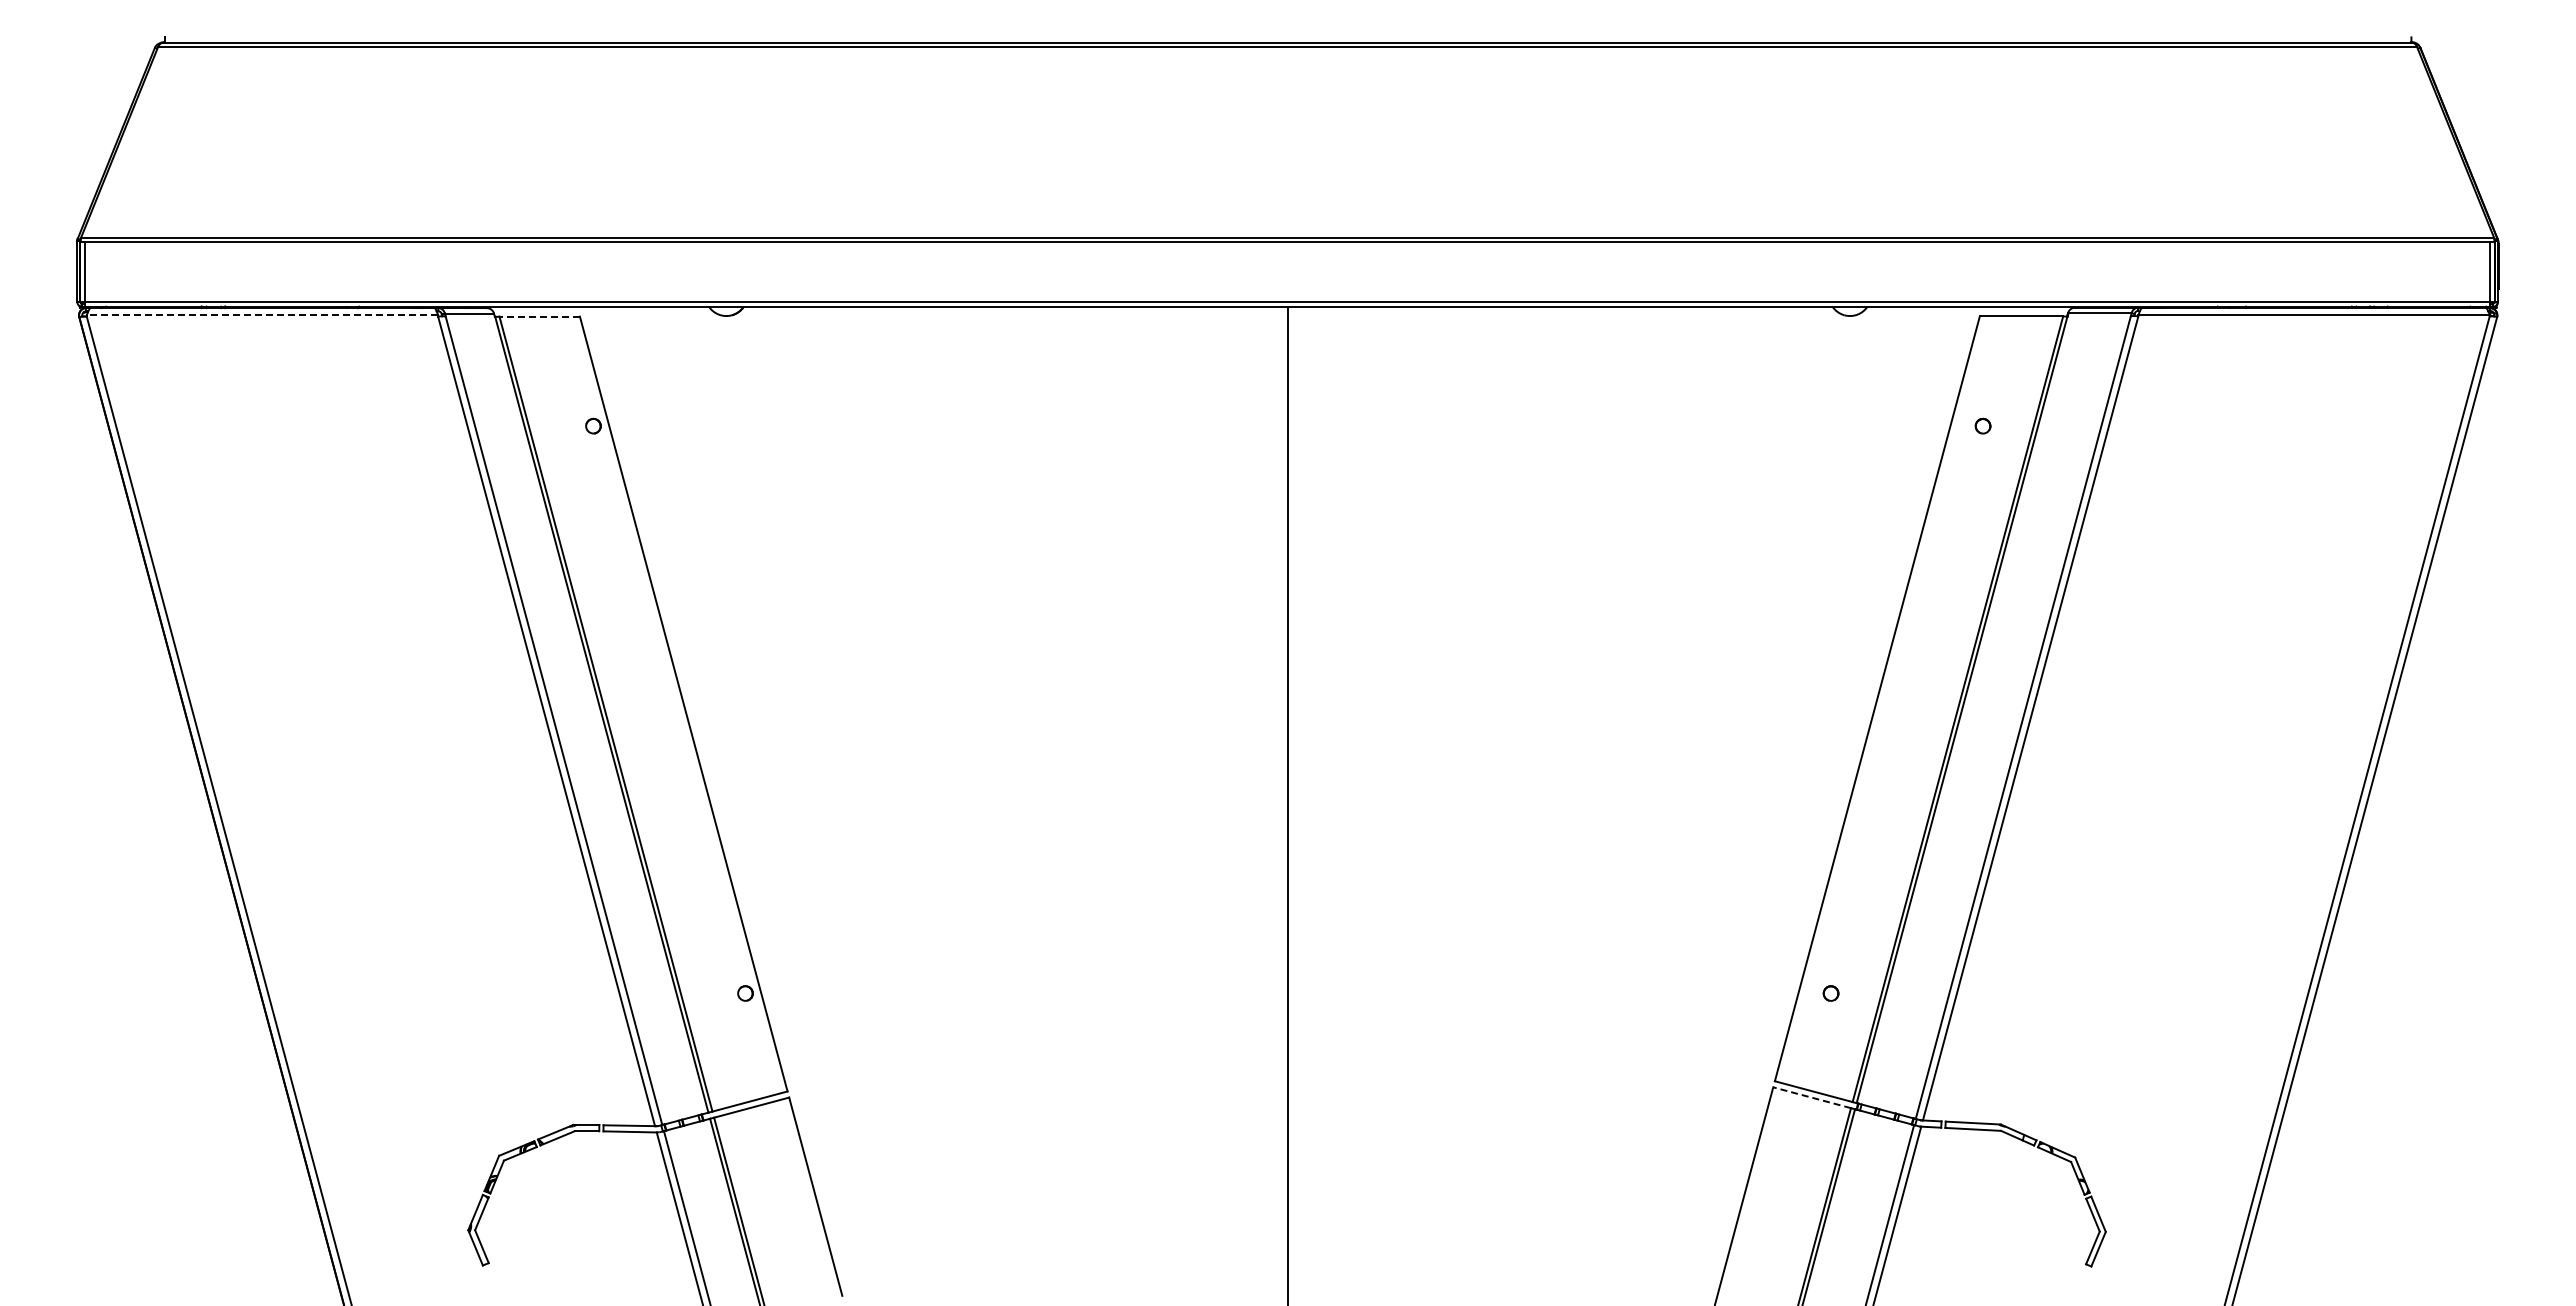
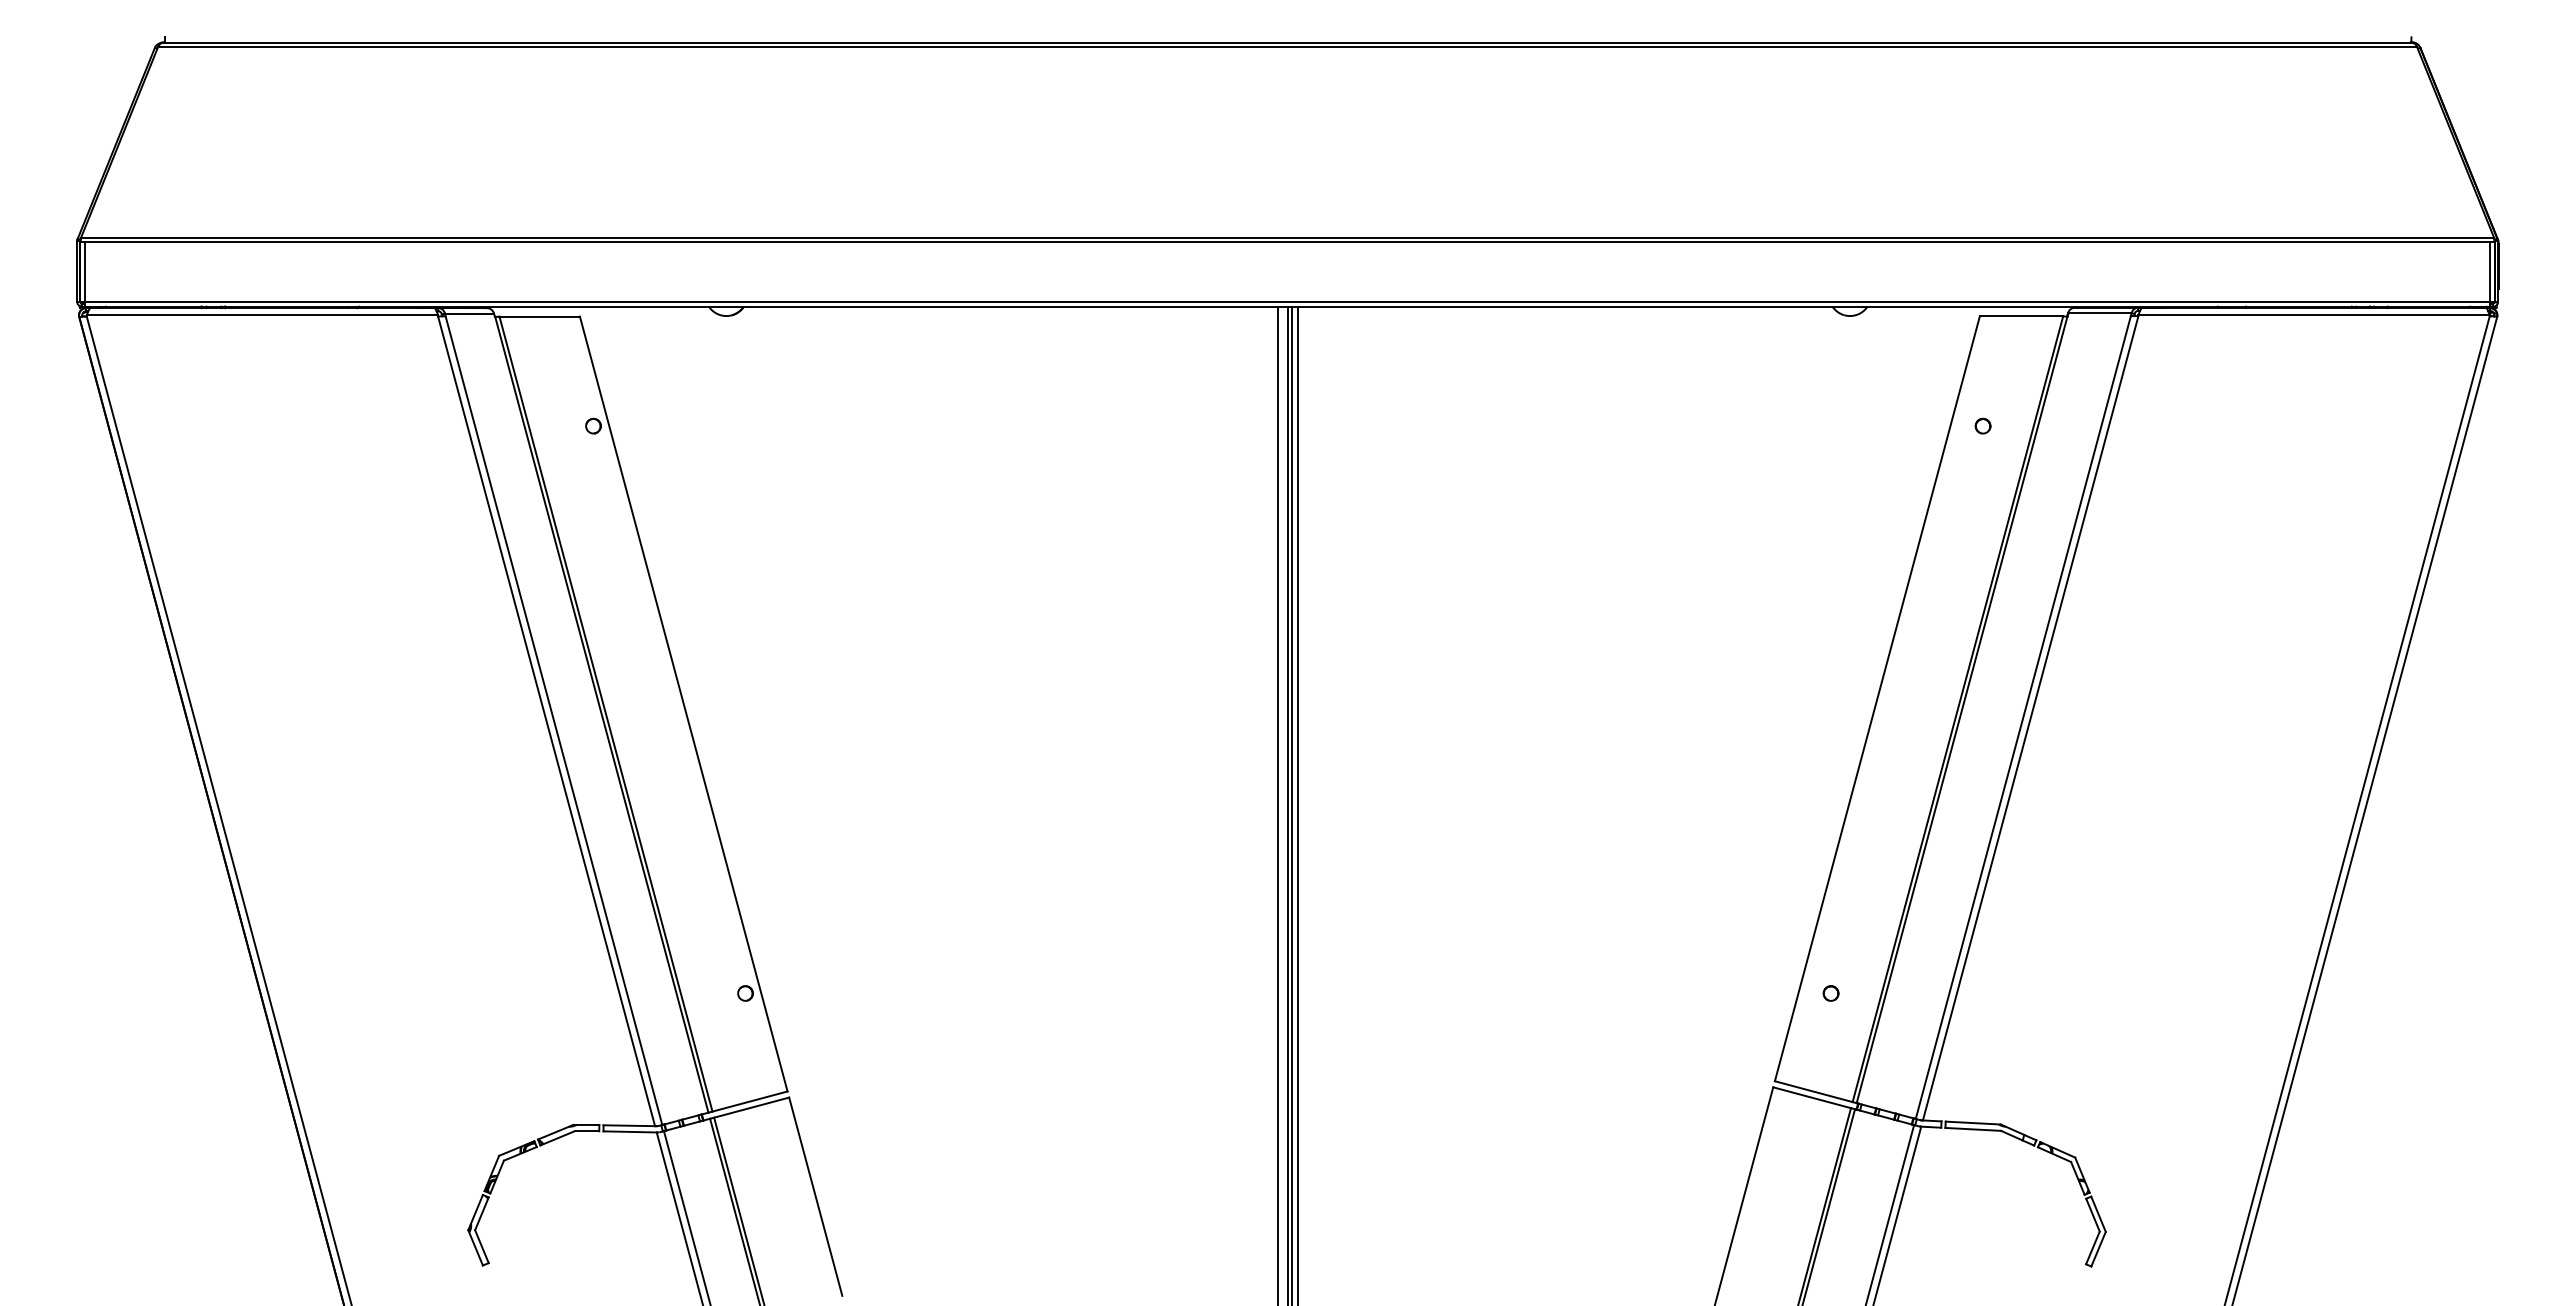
line at (262, 315): dashed -> solid
line at (539, 316): dashed -> solid
line at (1278, 804): none -> present
line at (1292, 804): none -> present
line at (1298, 804): none -> present
line at (1811, 1097): dashed -> solid
